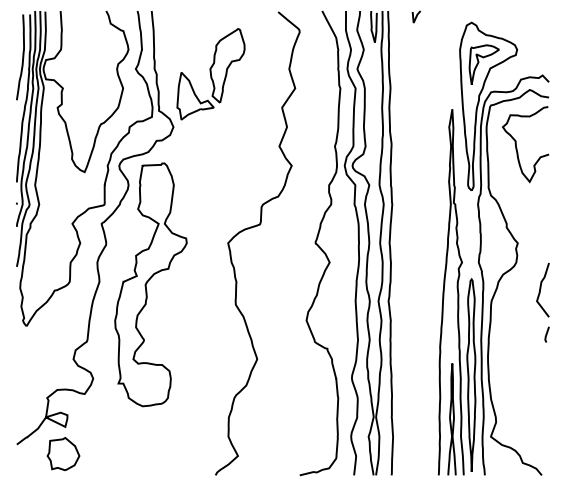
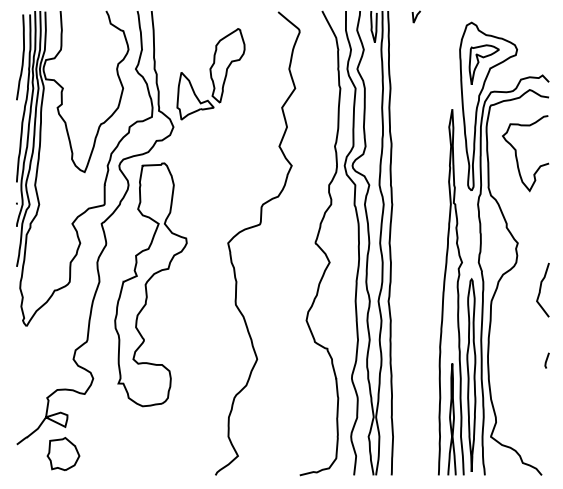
curve at (517, 147) position: (517, 147) -> (517, 156)
line at (546, 334) position: (546, 334) -> (546, 360)
